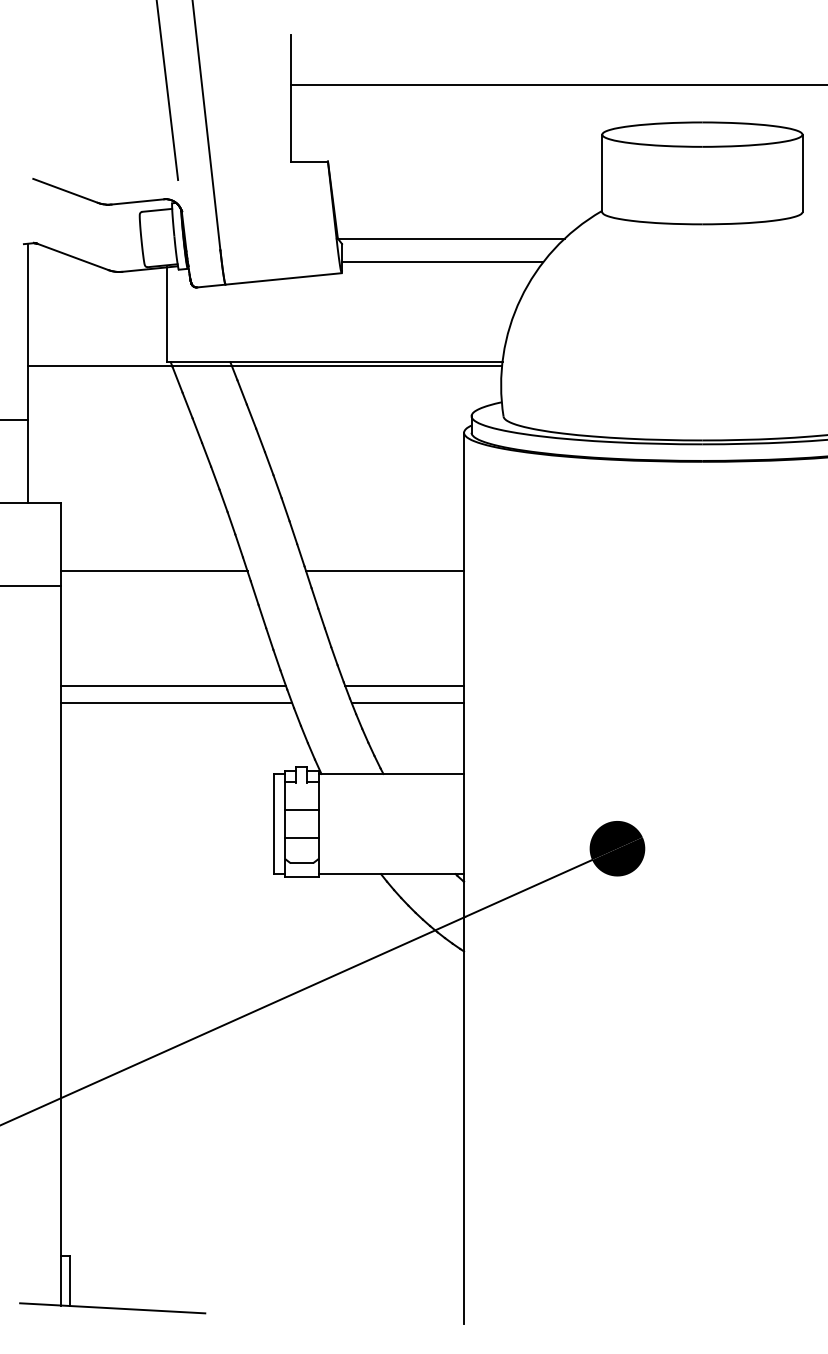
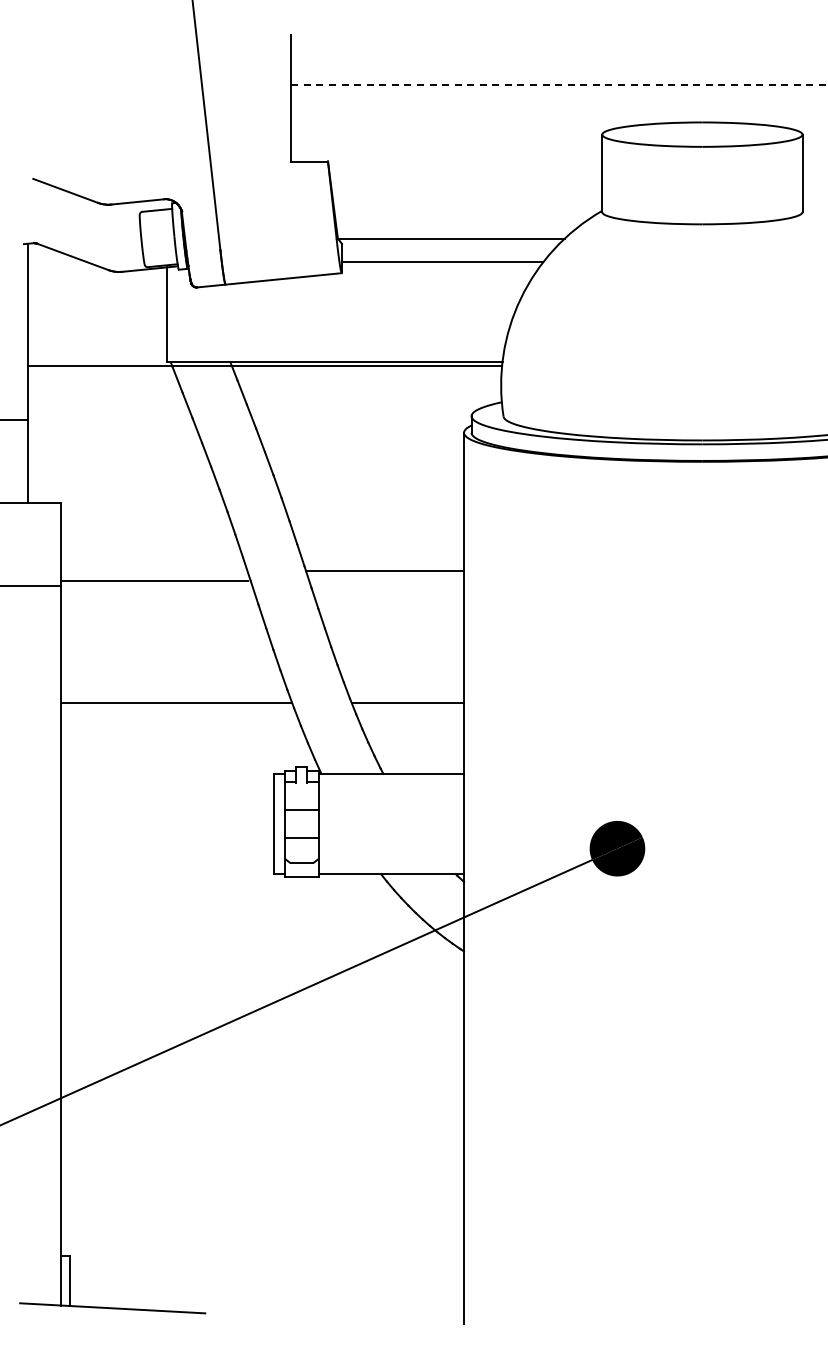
line at (559, 85): solid -> dashed
line at (167, 91): present -> none
line at (154, 571) position: (154, 571) -> (154, 581)
line at (173, 685): present -> none
line at (404, 685): present -> none
